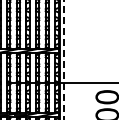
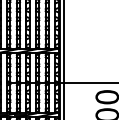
line at (64, 60): dashed -> solid
